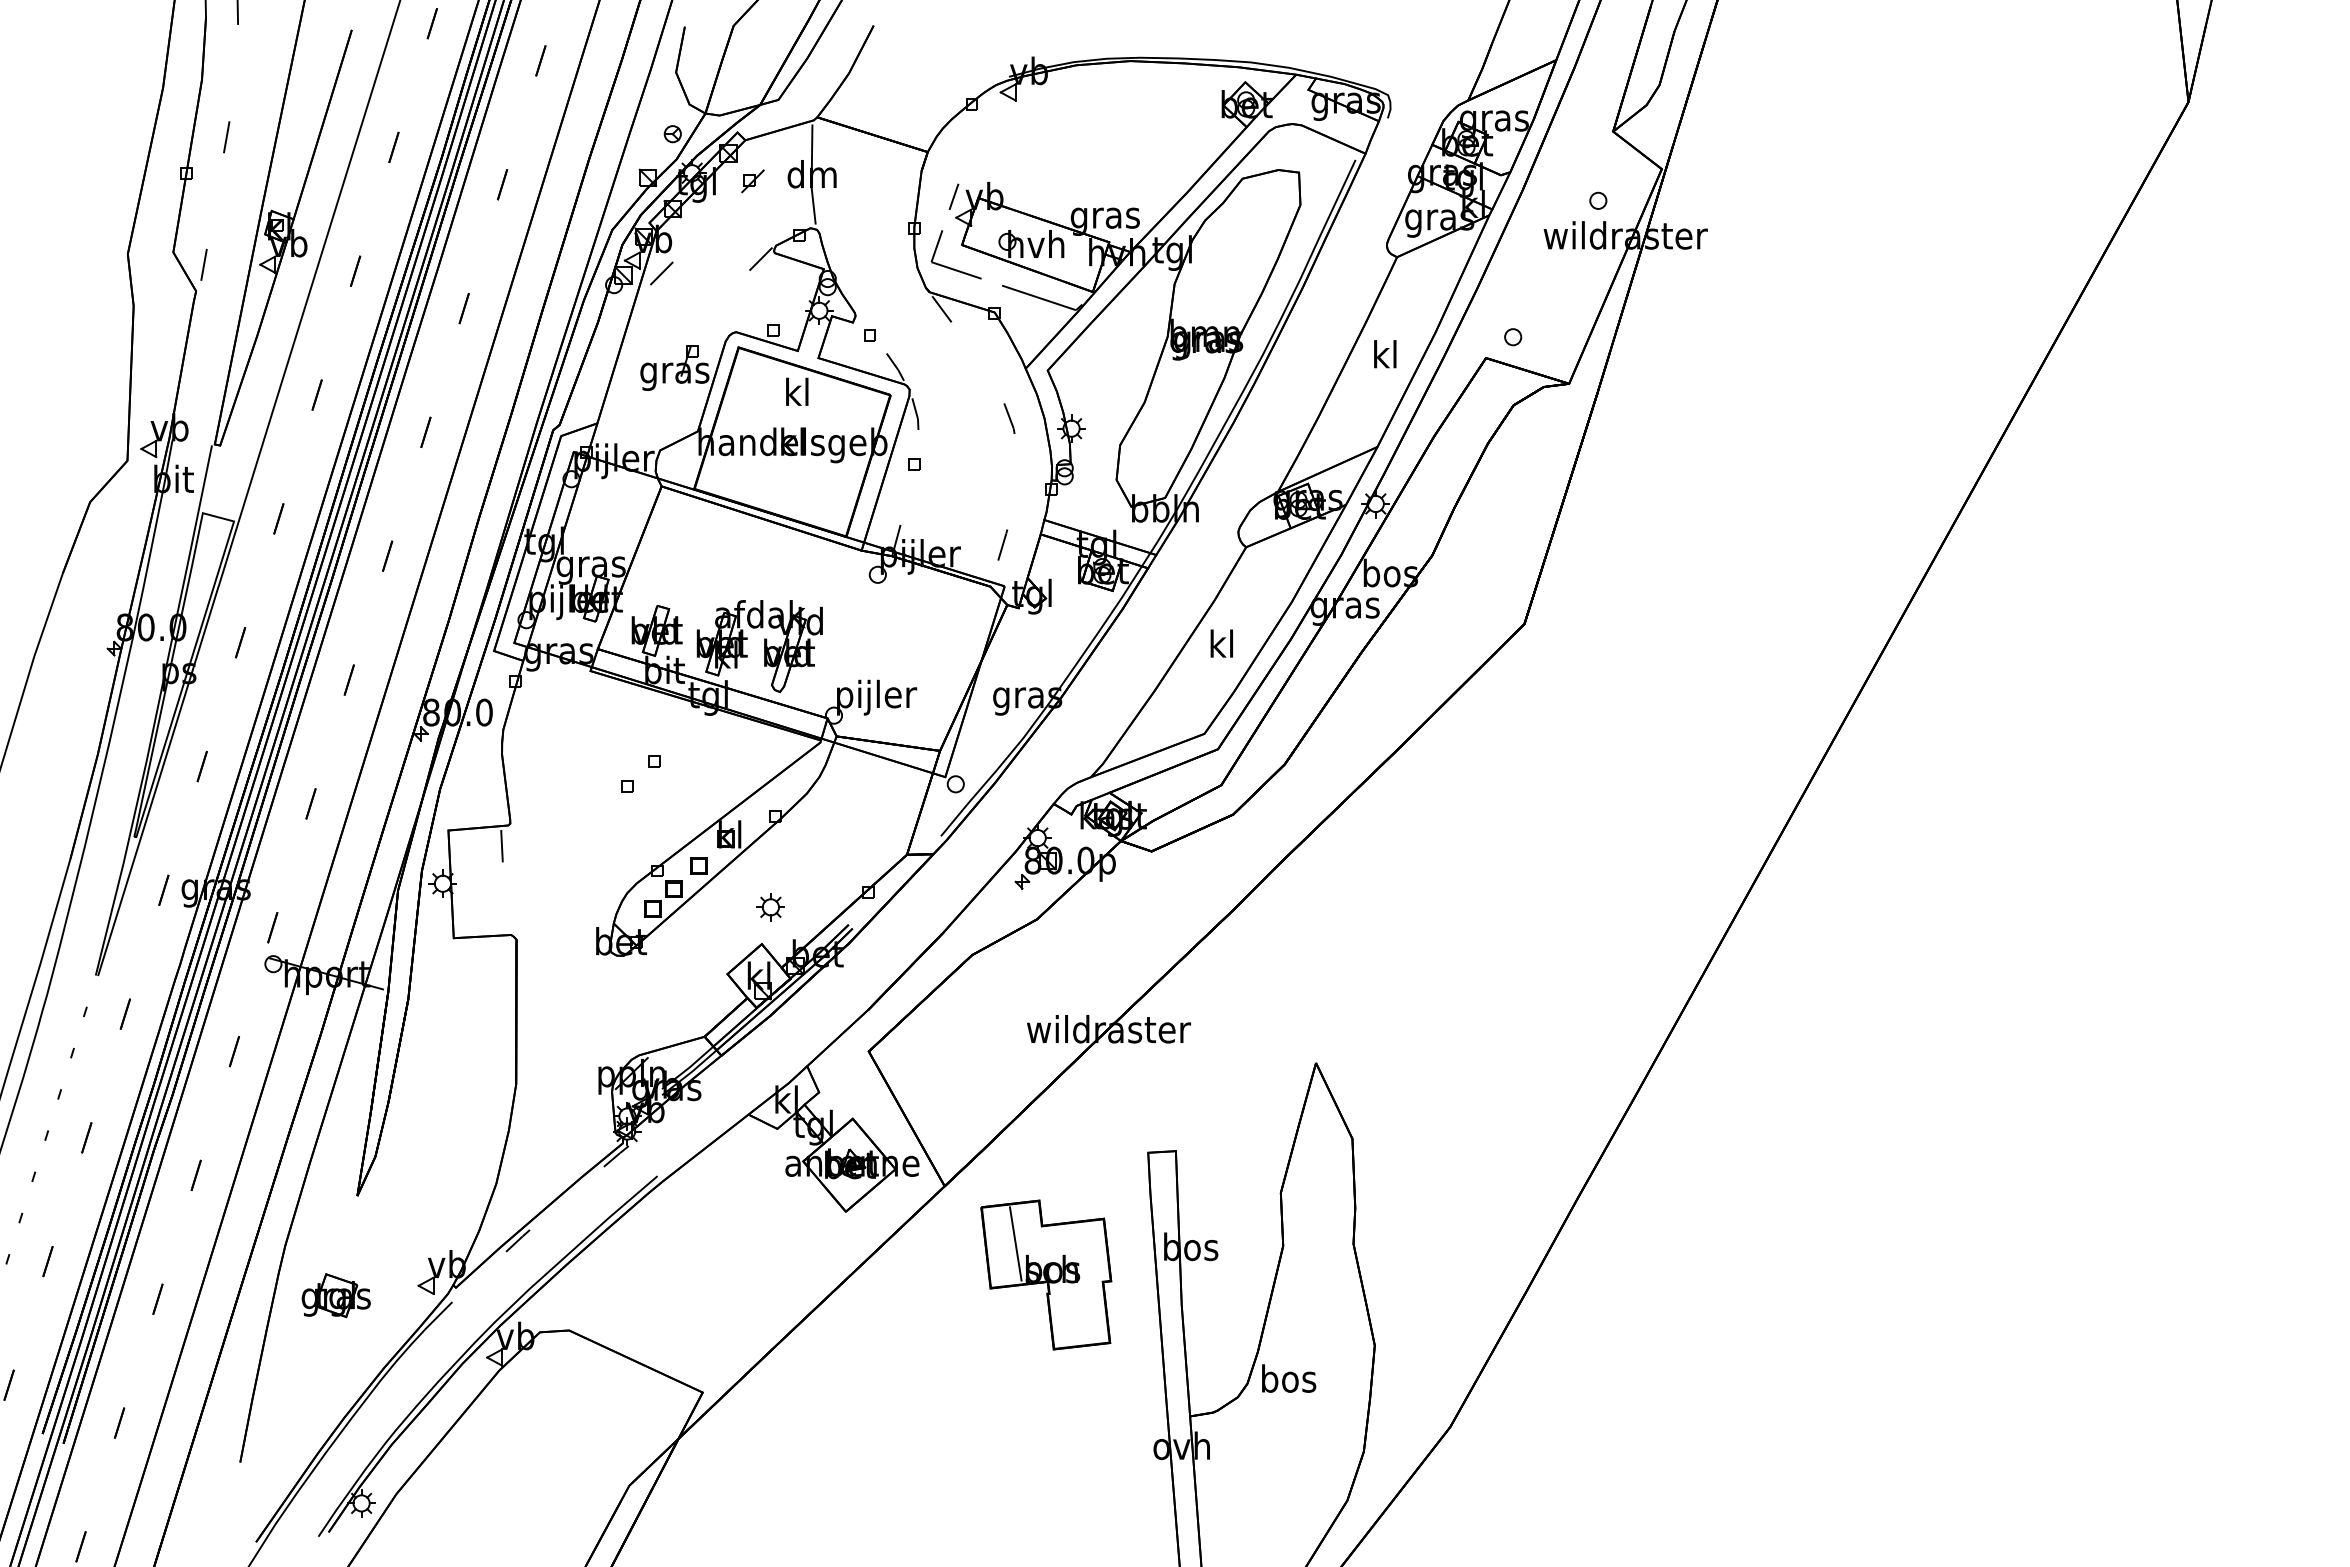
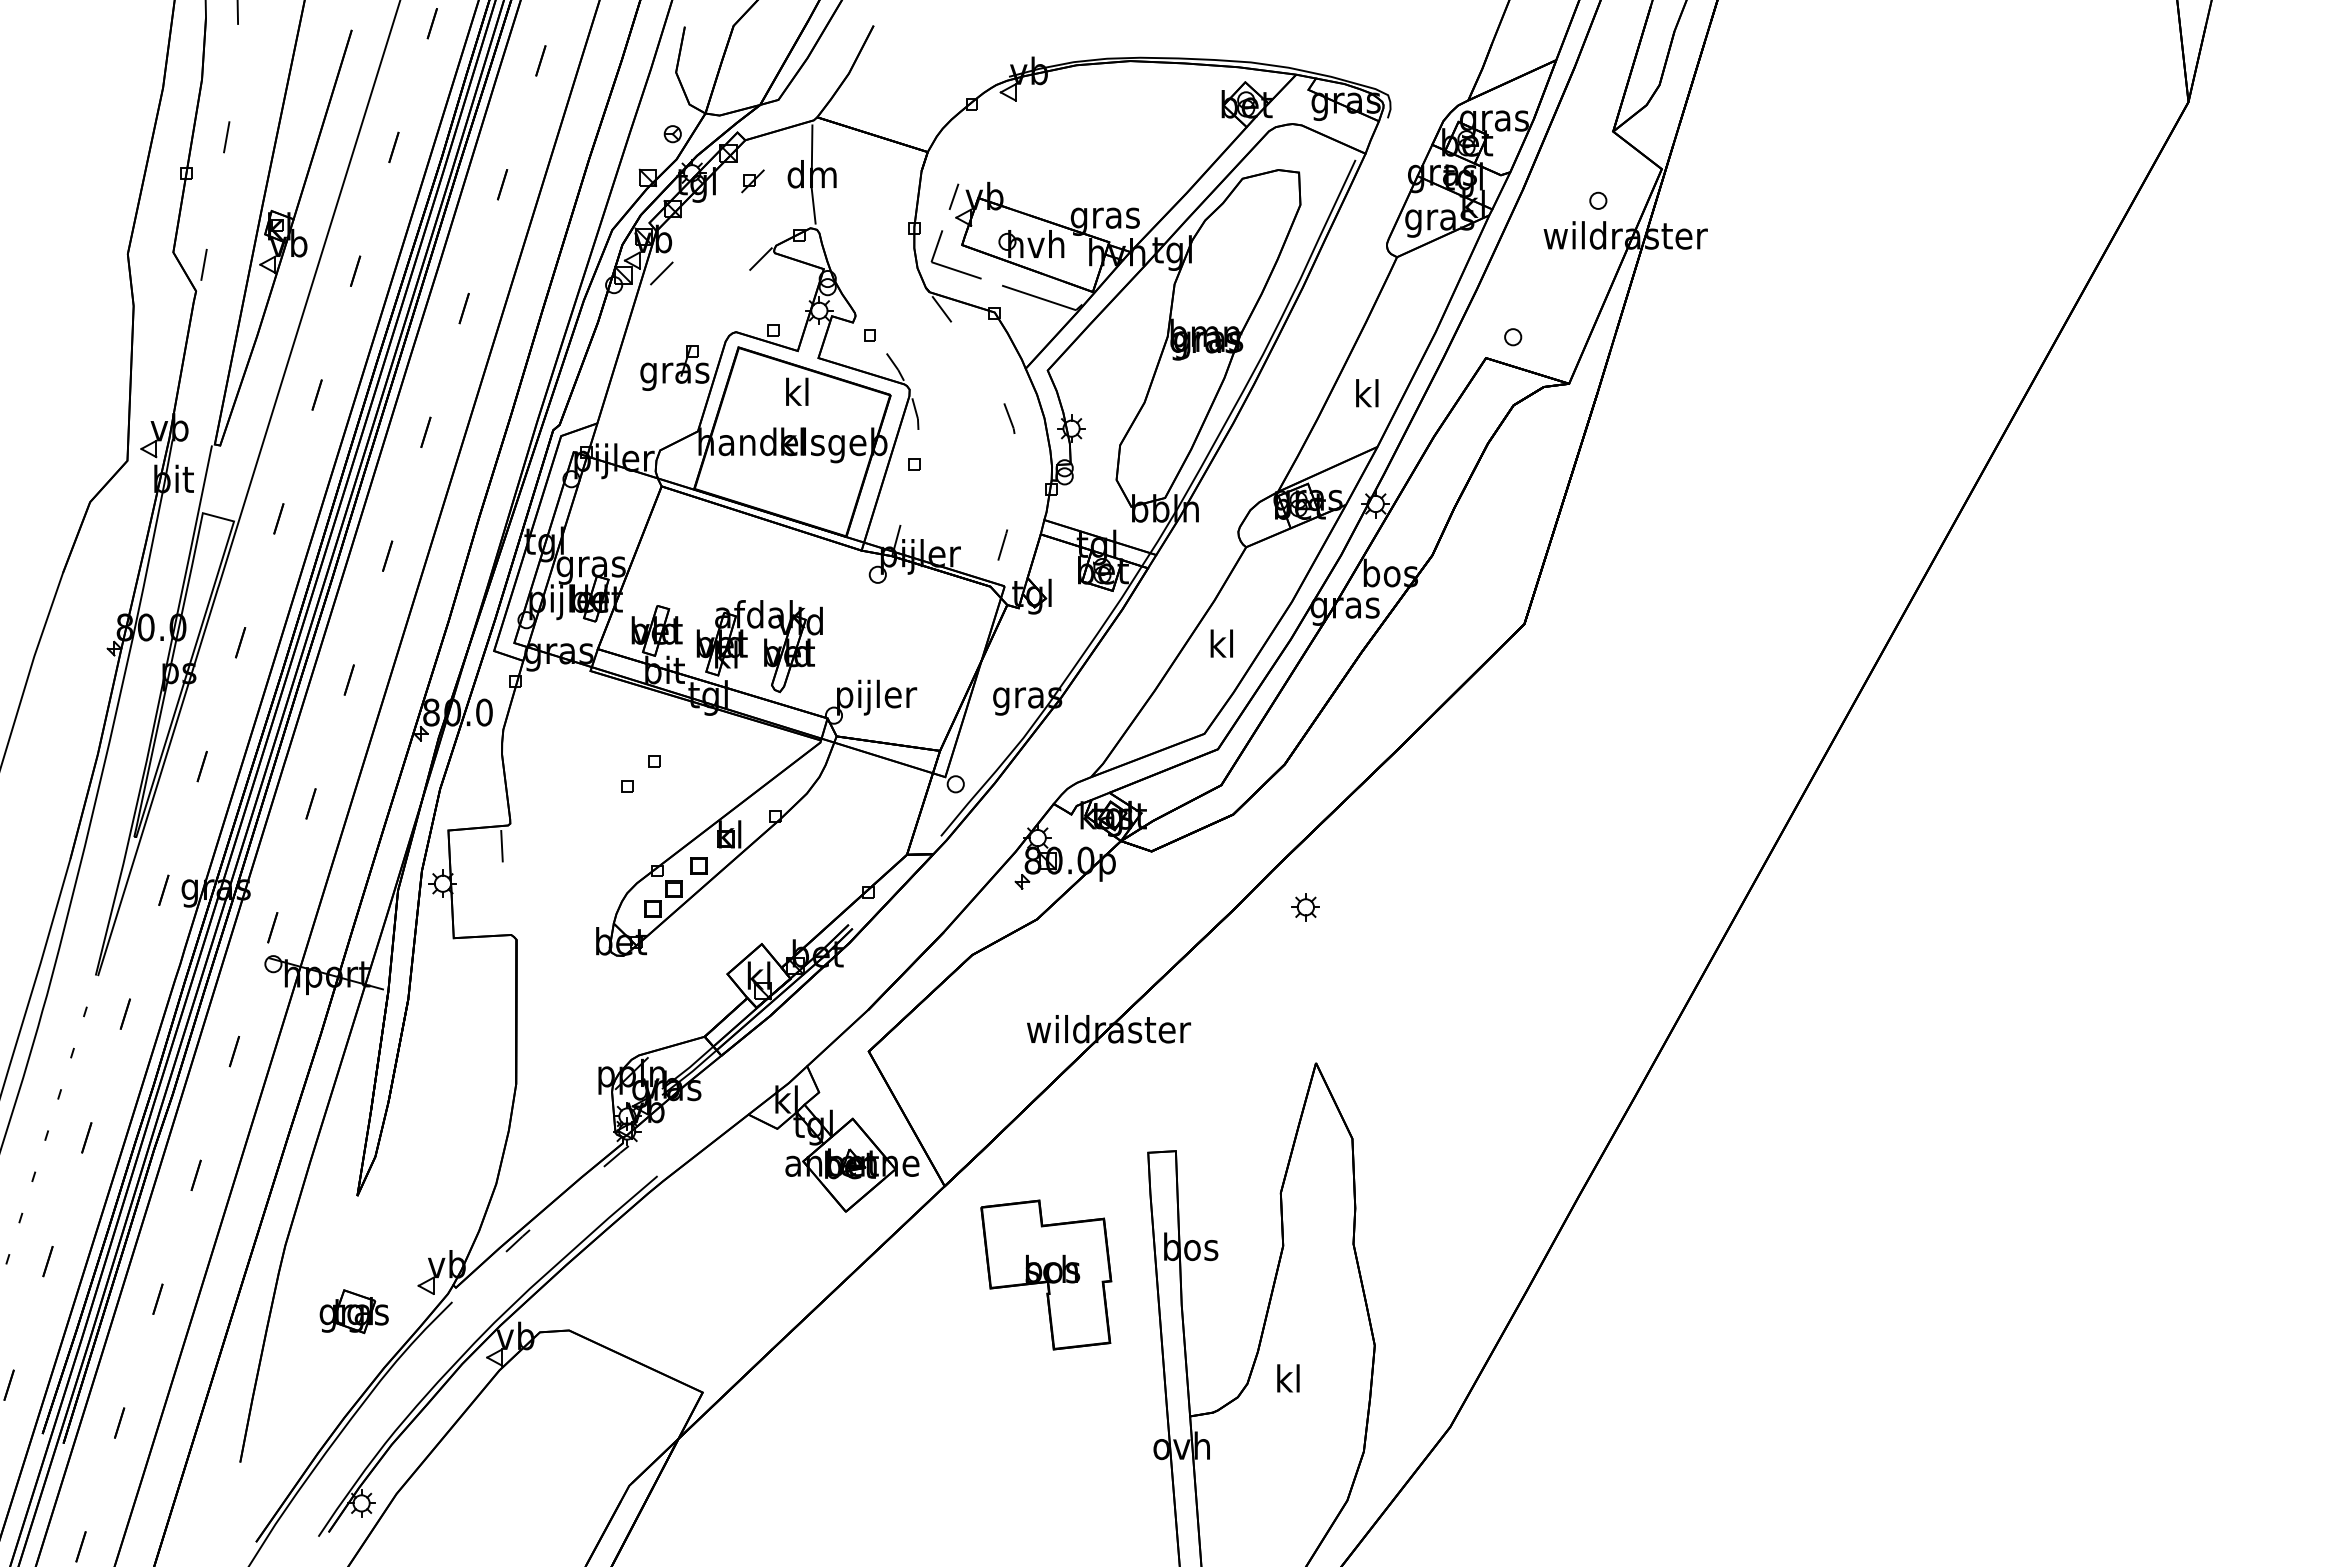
text at (1385, 354) position: (1385, 354) -> (1367, 393)
part at (770, 907) position: (770, 907) -> (1305, 907)
line at (1015, 1243): present -> none
part at (335, 1295) position: (335, 1295) -> (353, 1311)
text at (1289, 1378): bos -> kl
